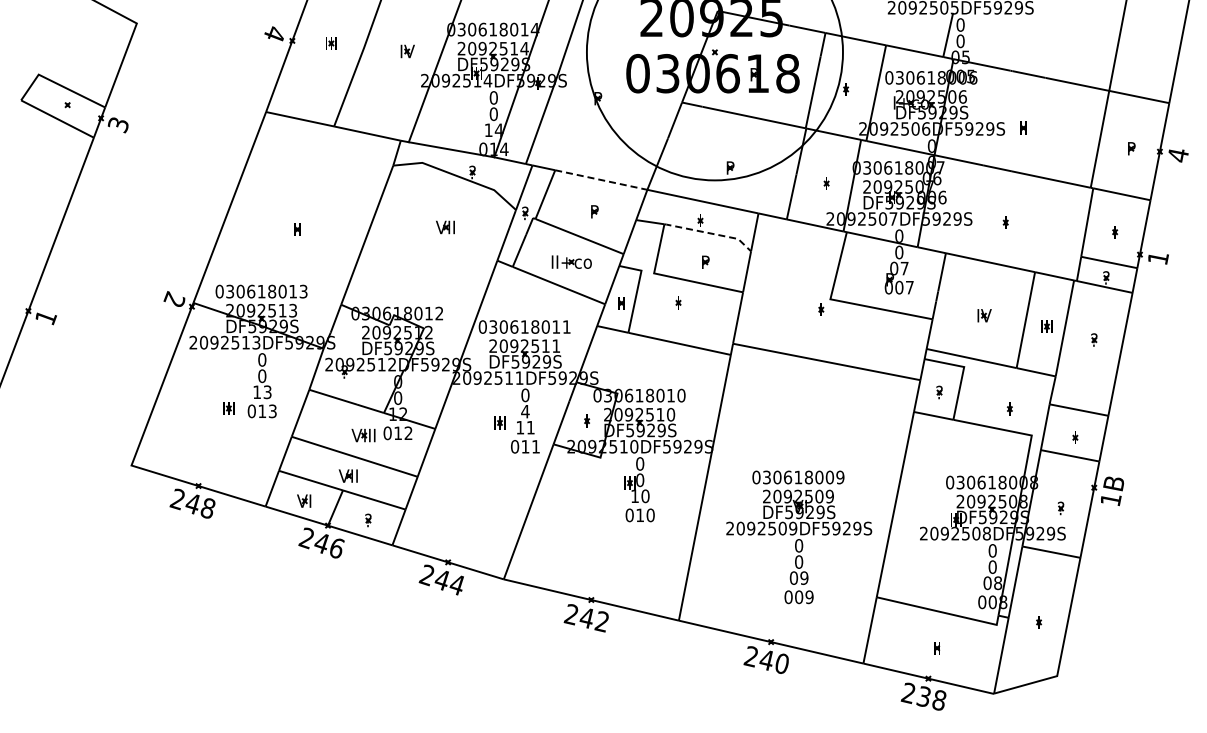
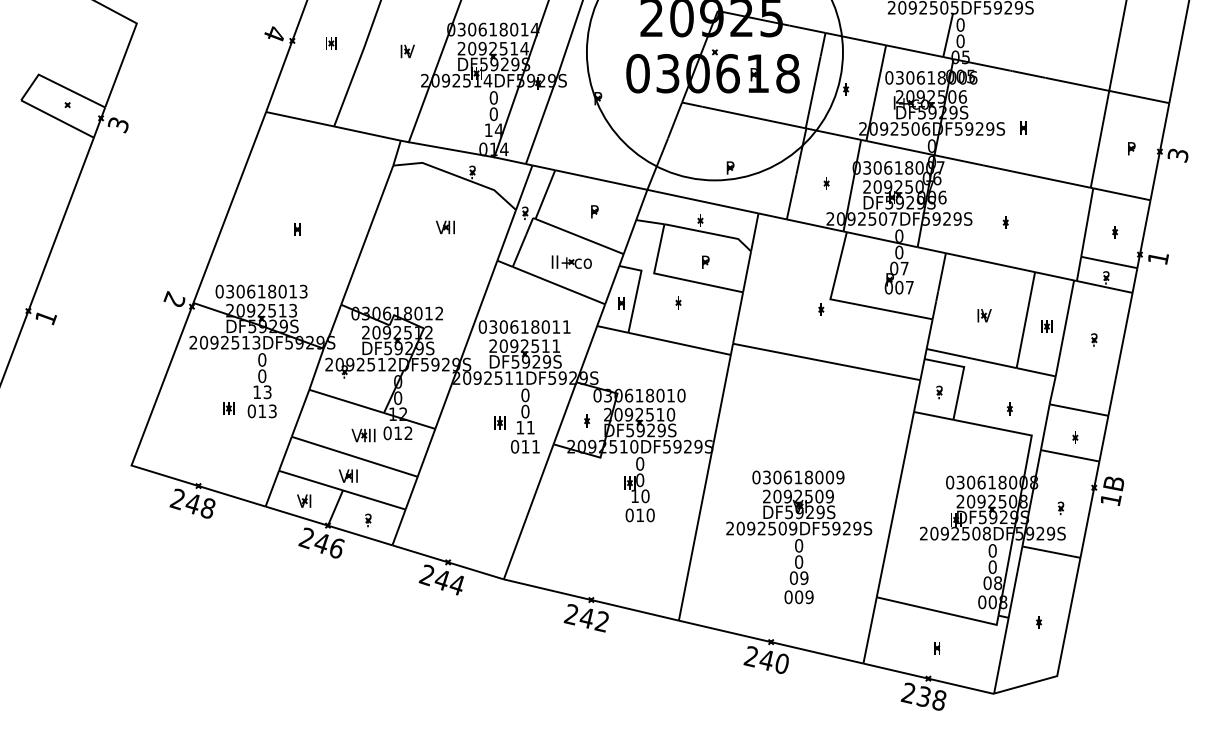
text at (1177, 155): 4 -> 3
line at (601, 180): dashed -> solid
line at (710, 233): dashed -> solid
text at (525, 411): 4 -> 0
